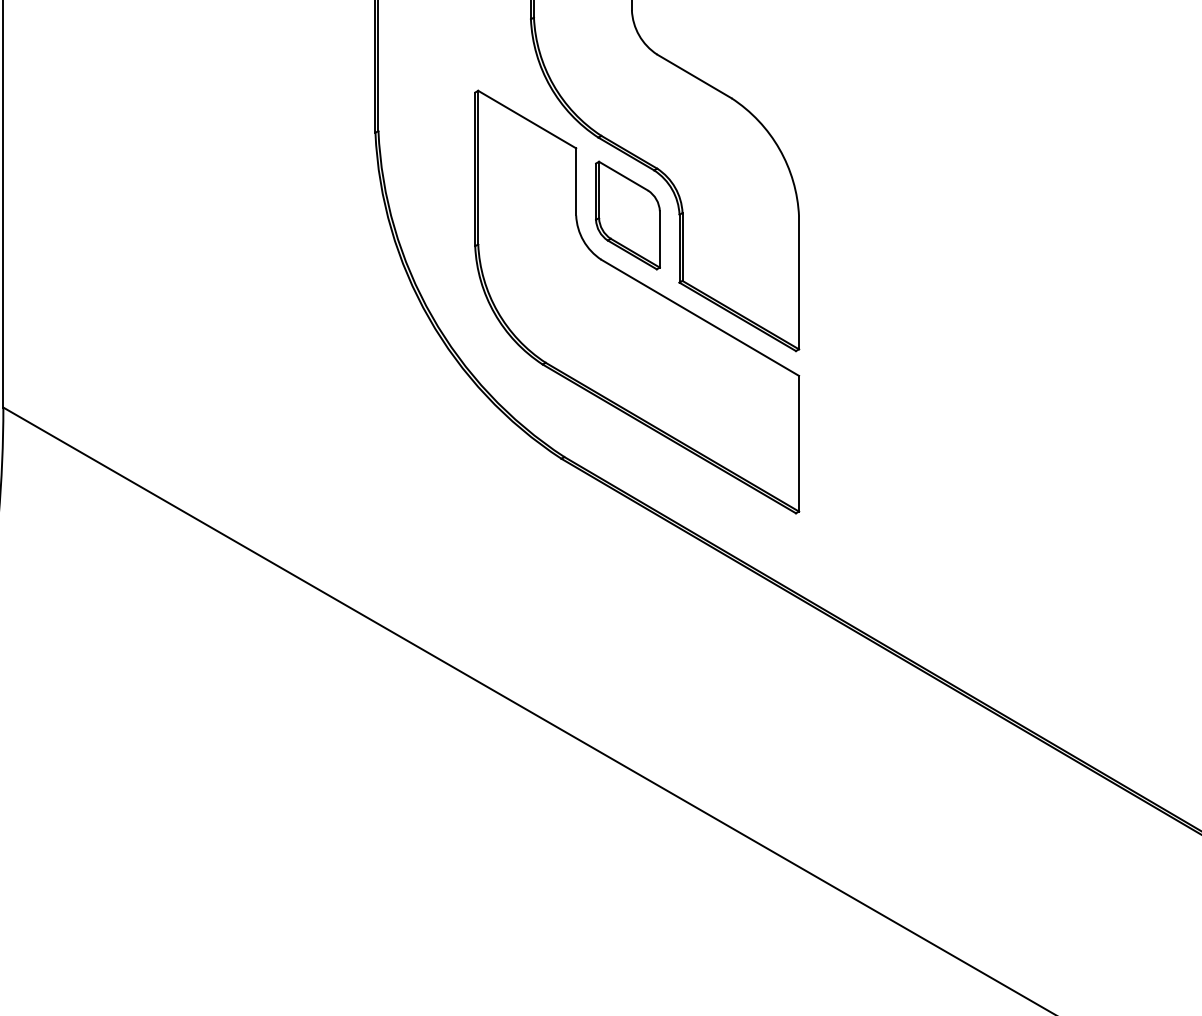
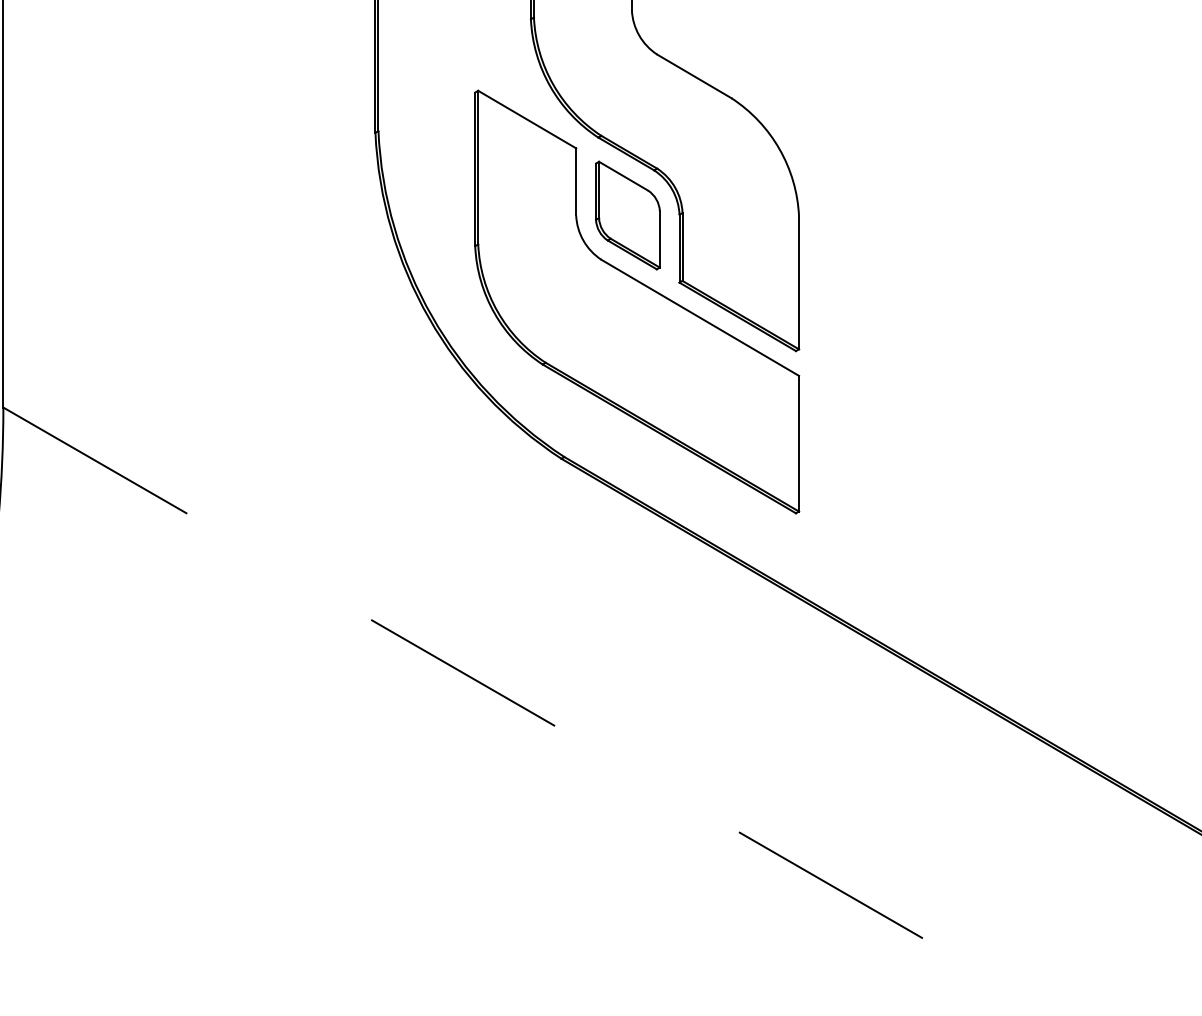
line at (530, 711): solid -> dashed
